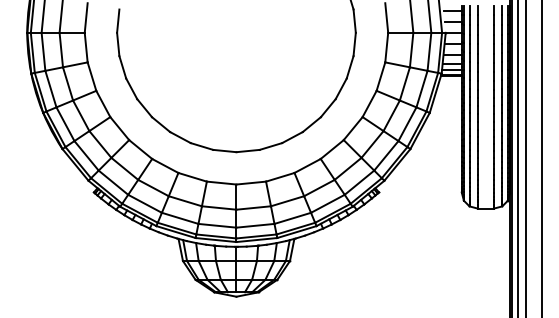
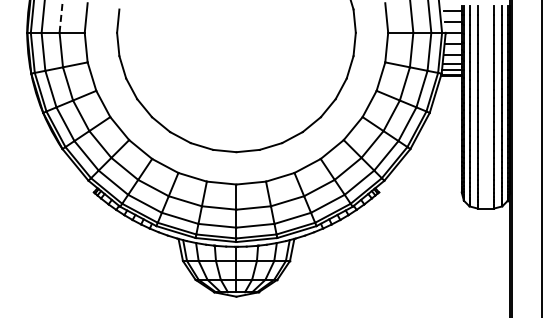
line at (61, 16): solid -> dashed
line at (517, 158): present -> none
line at (526, 158): present -> none
